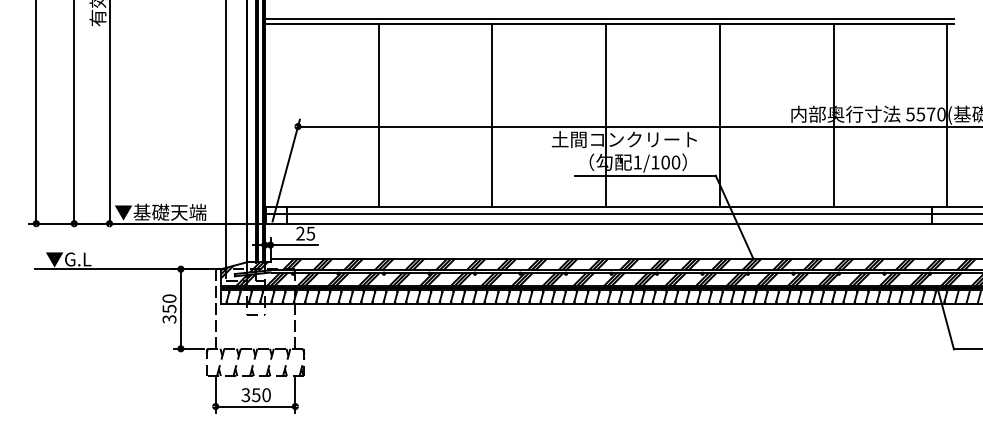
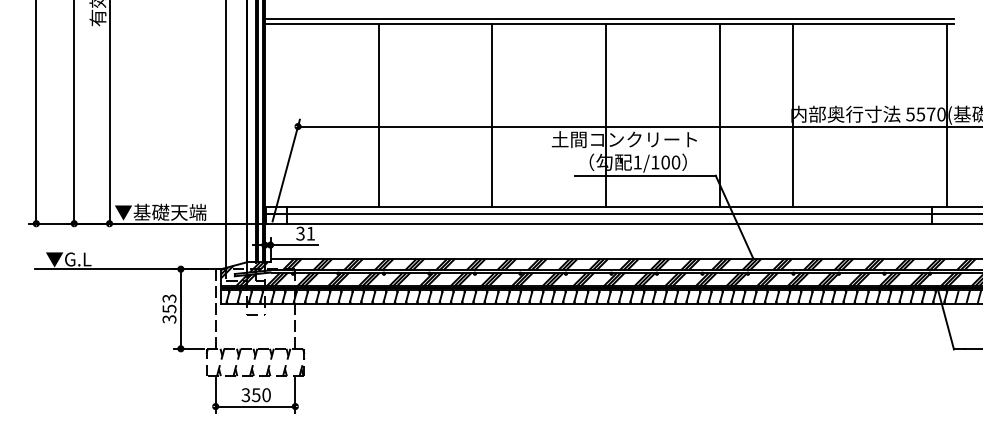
line at (833, 115) position: (833, 115) -> (792, 115)
text at (305, 233): 25 -> 31
text at (169, 298): 350 -> 353
